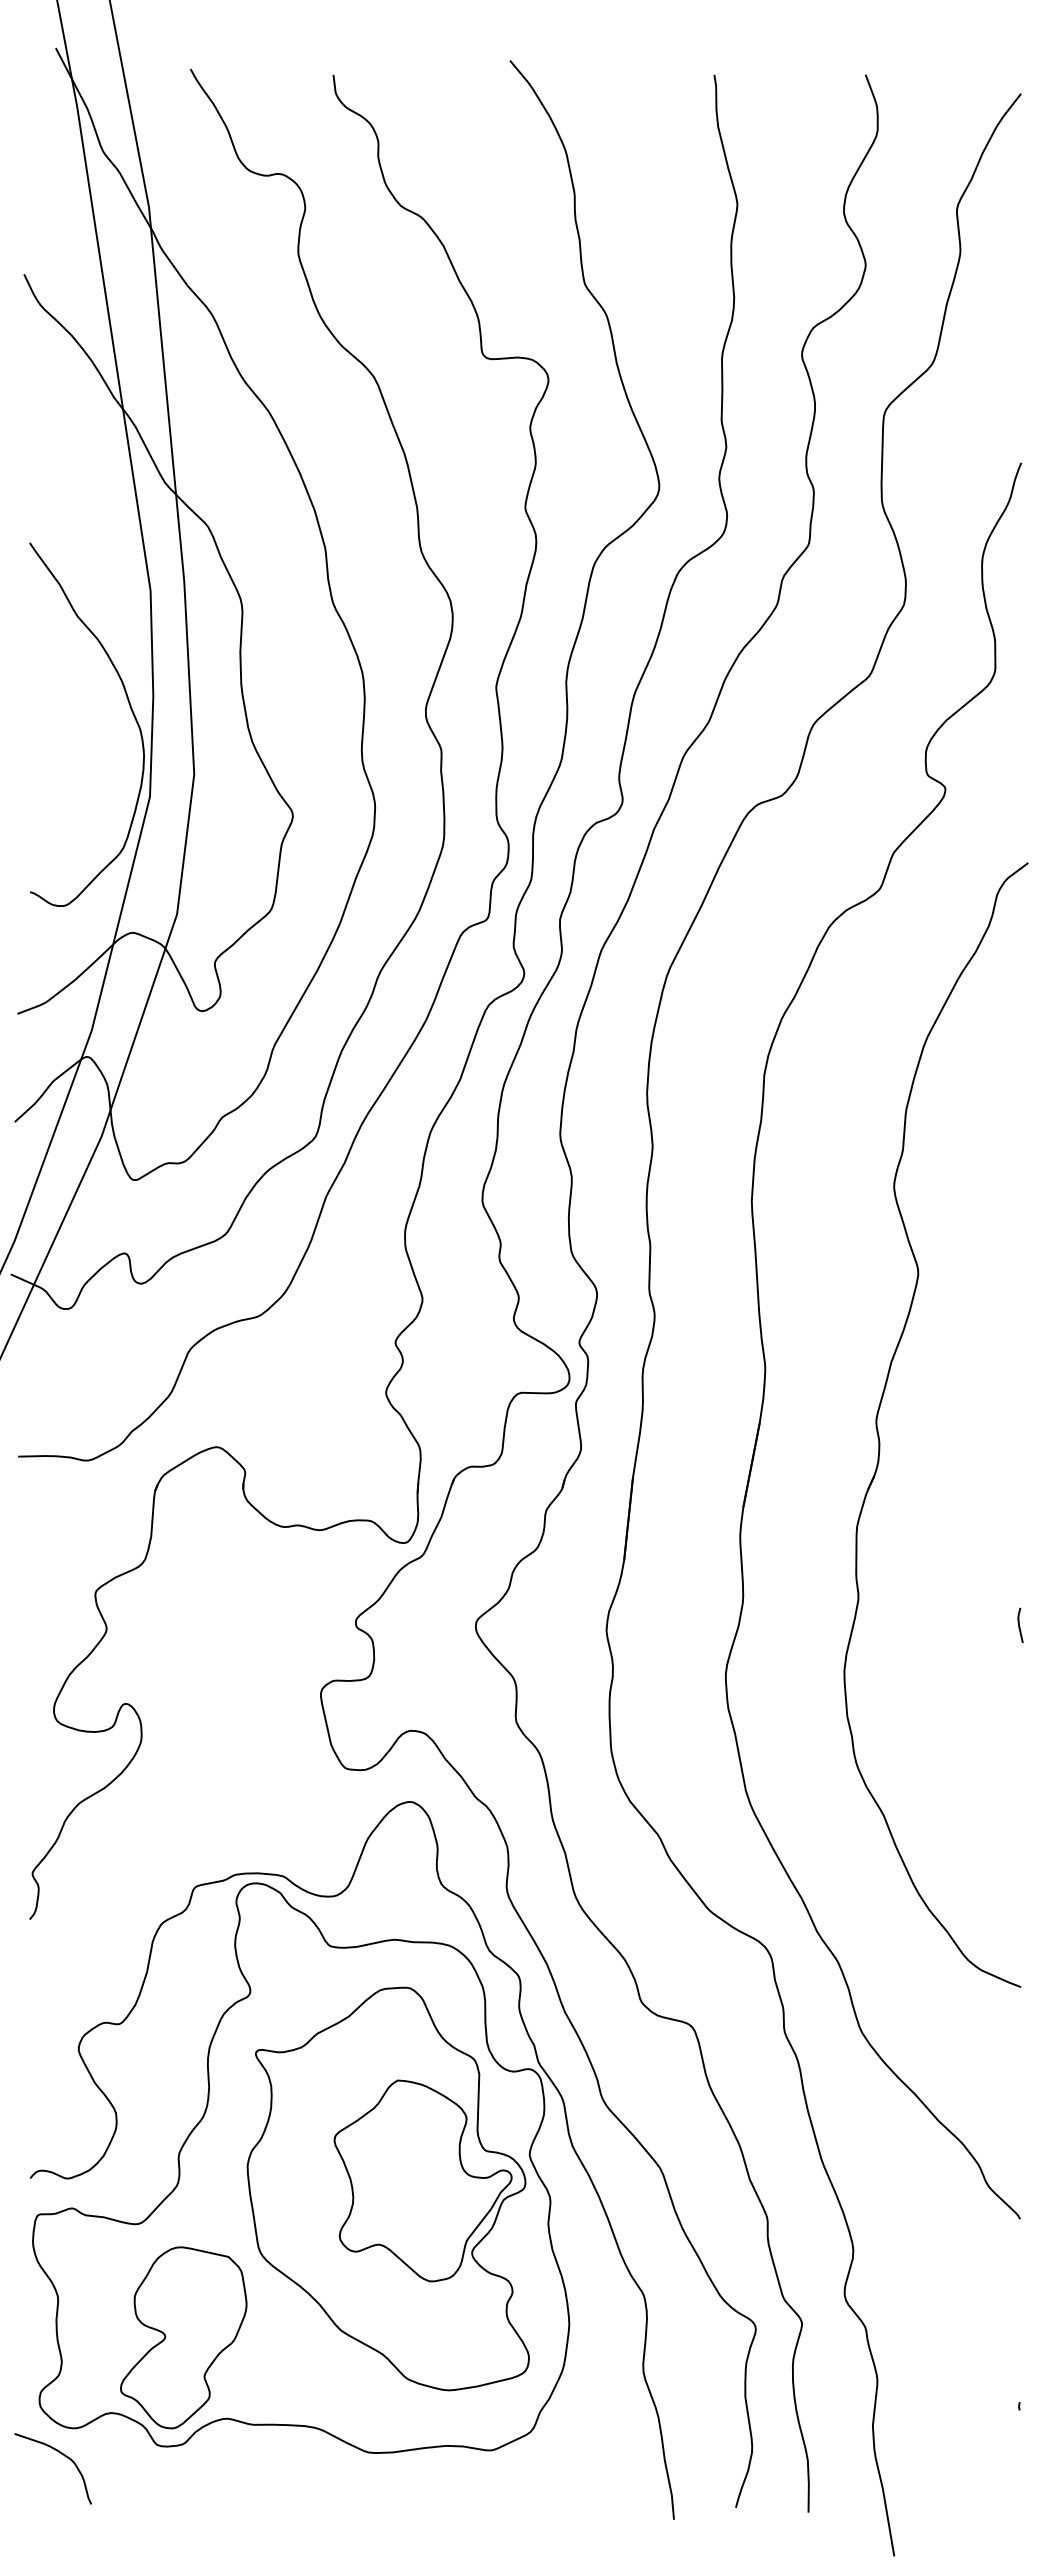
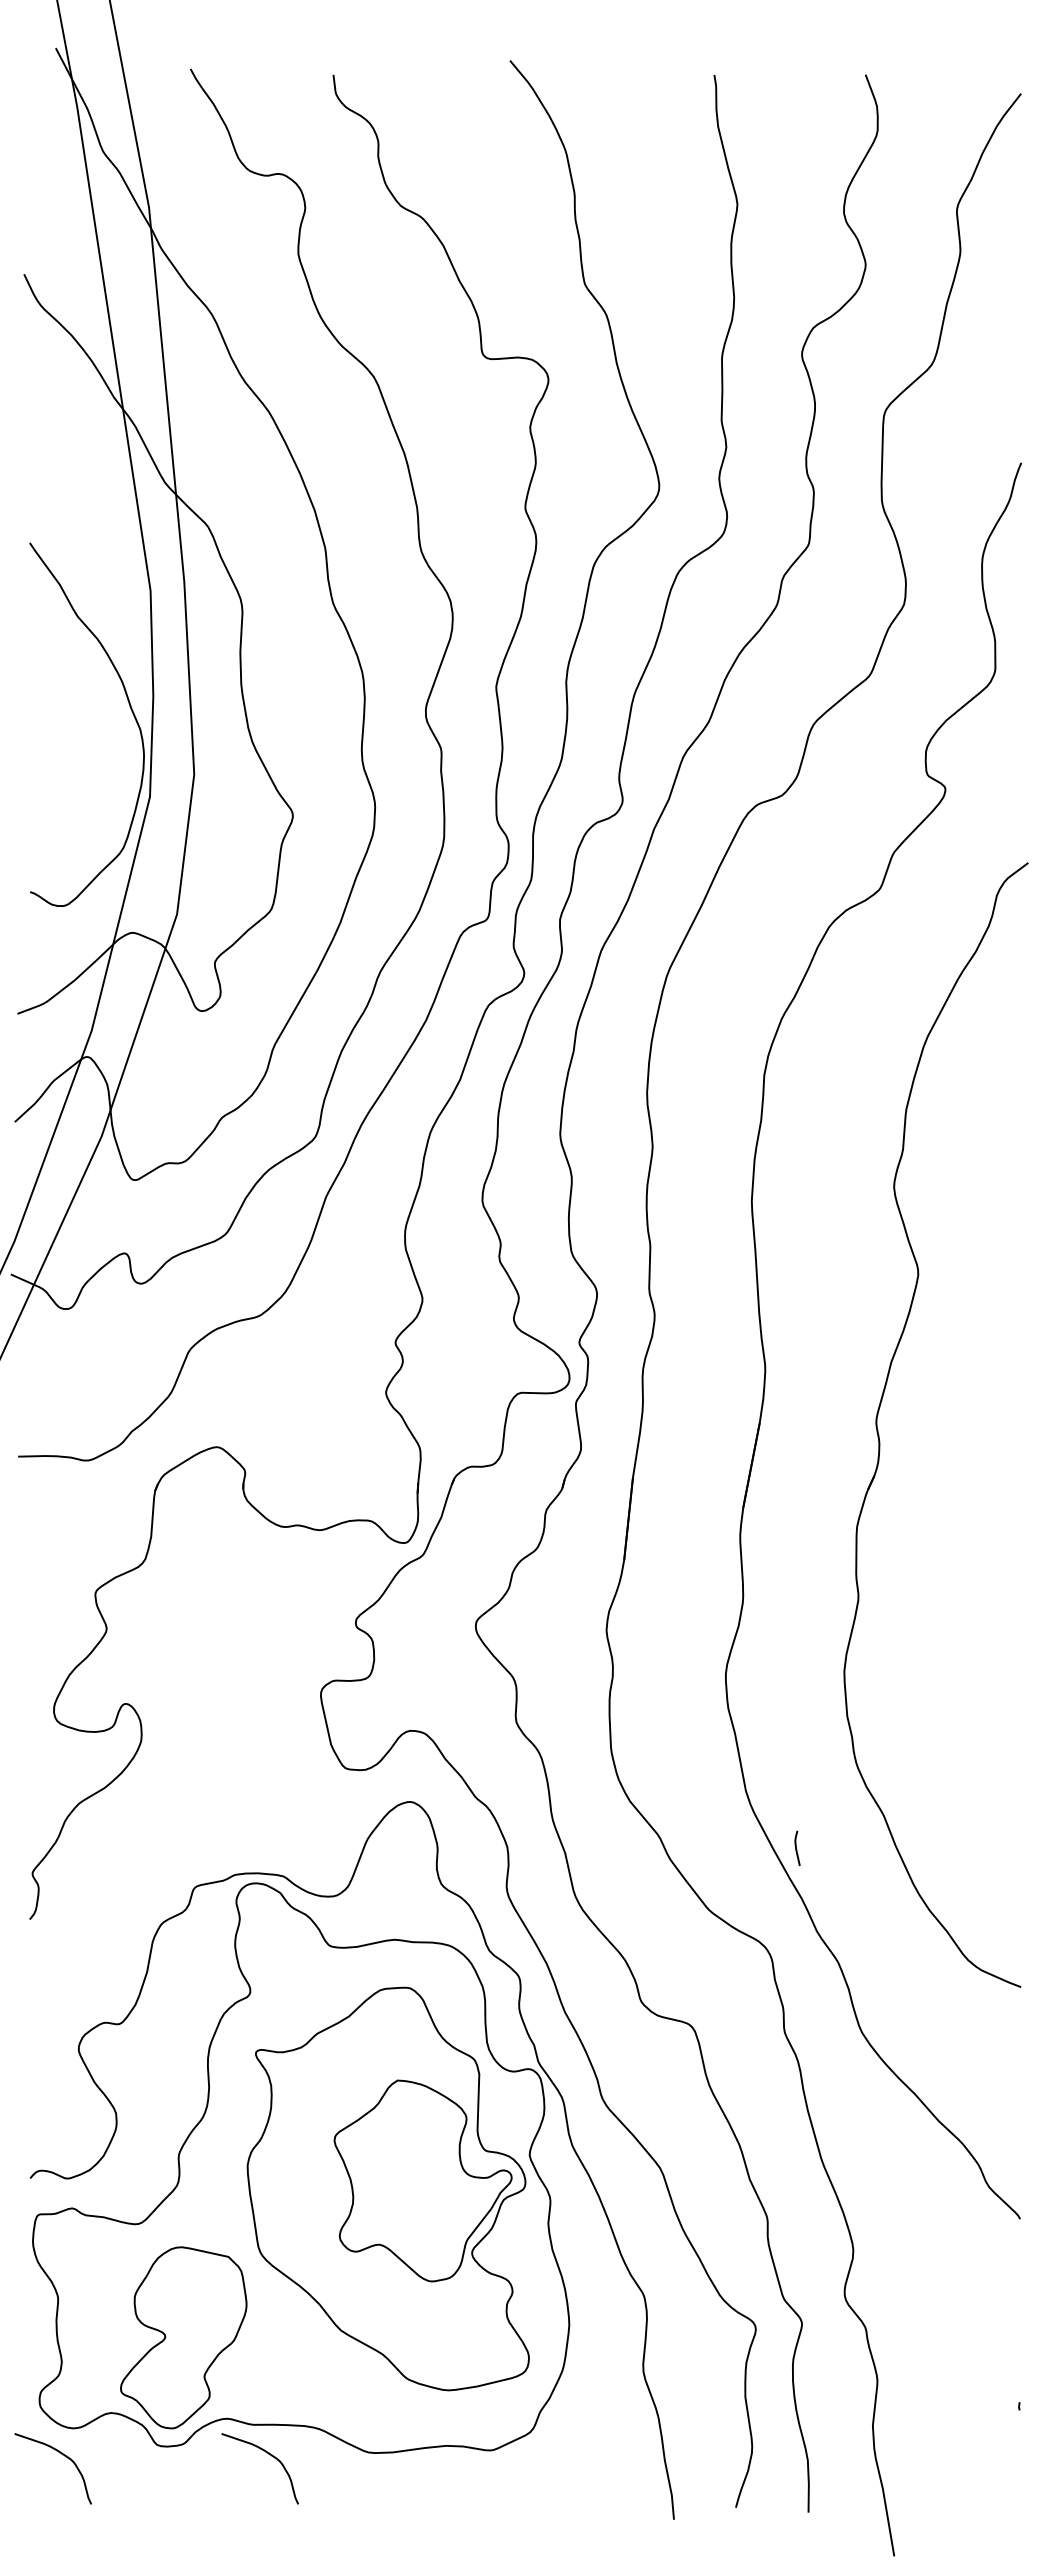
line at (1019, 1624) position: (1019, 1624) -> (796, 1847)
curve at (268, 2454): none -> present
